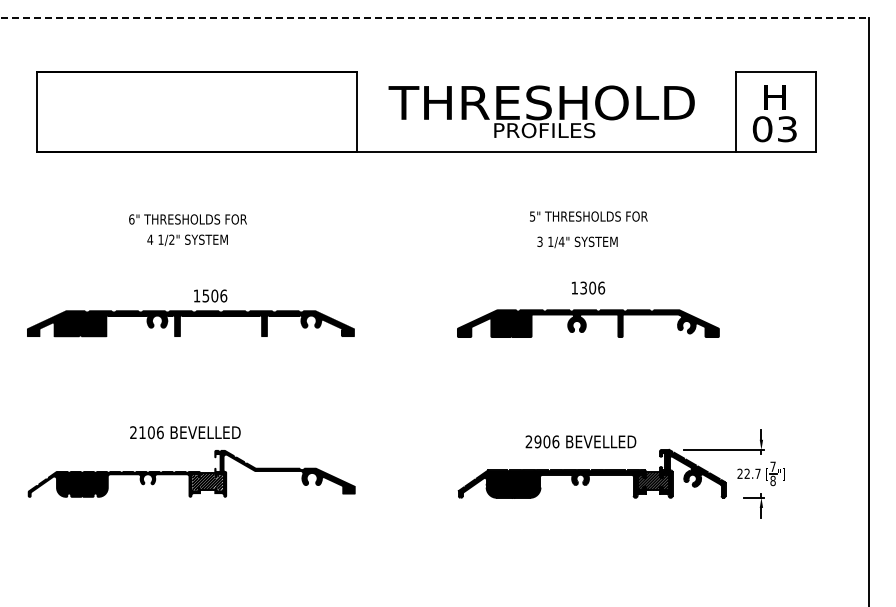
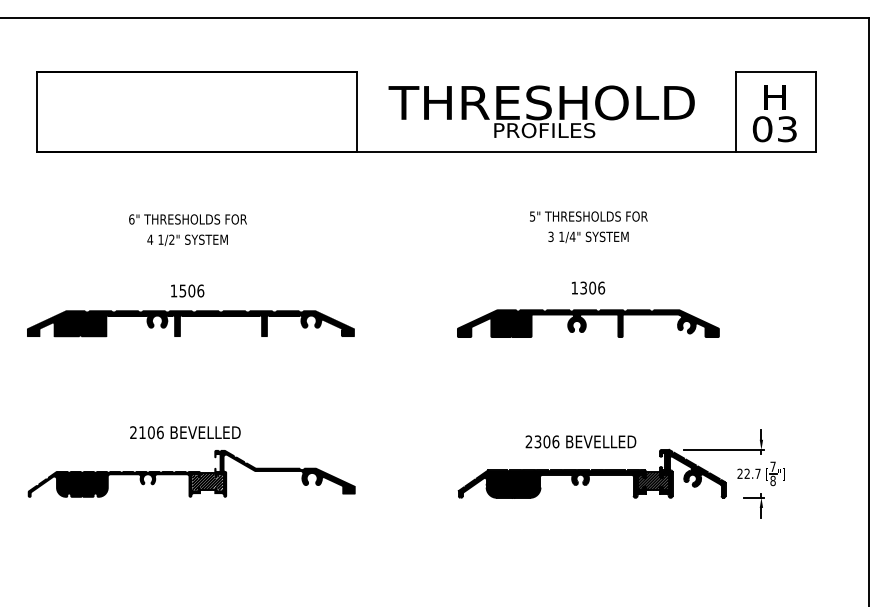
line at (435, 18): dashed -> solid
text at (577, 242) position: (577, 242) -> (588, 237)
text at (210, 295) position: (210, 295) -> (187, 290)
text at (537, 441): 2906 -> 2306
